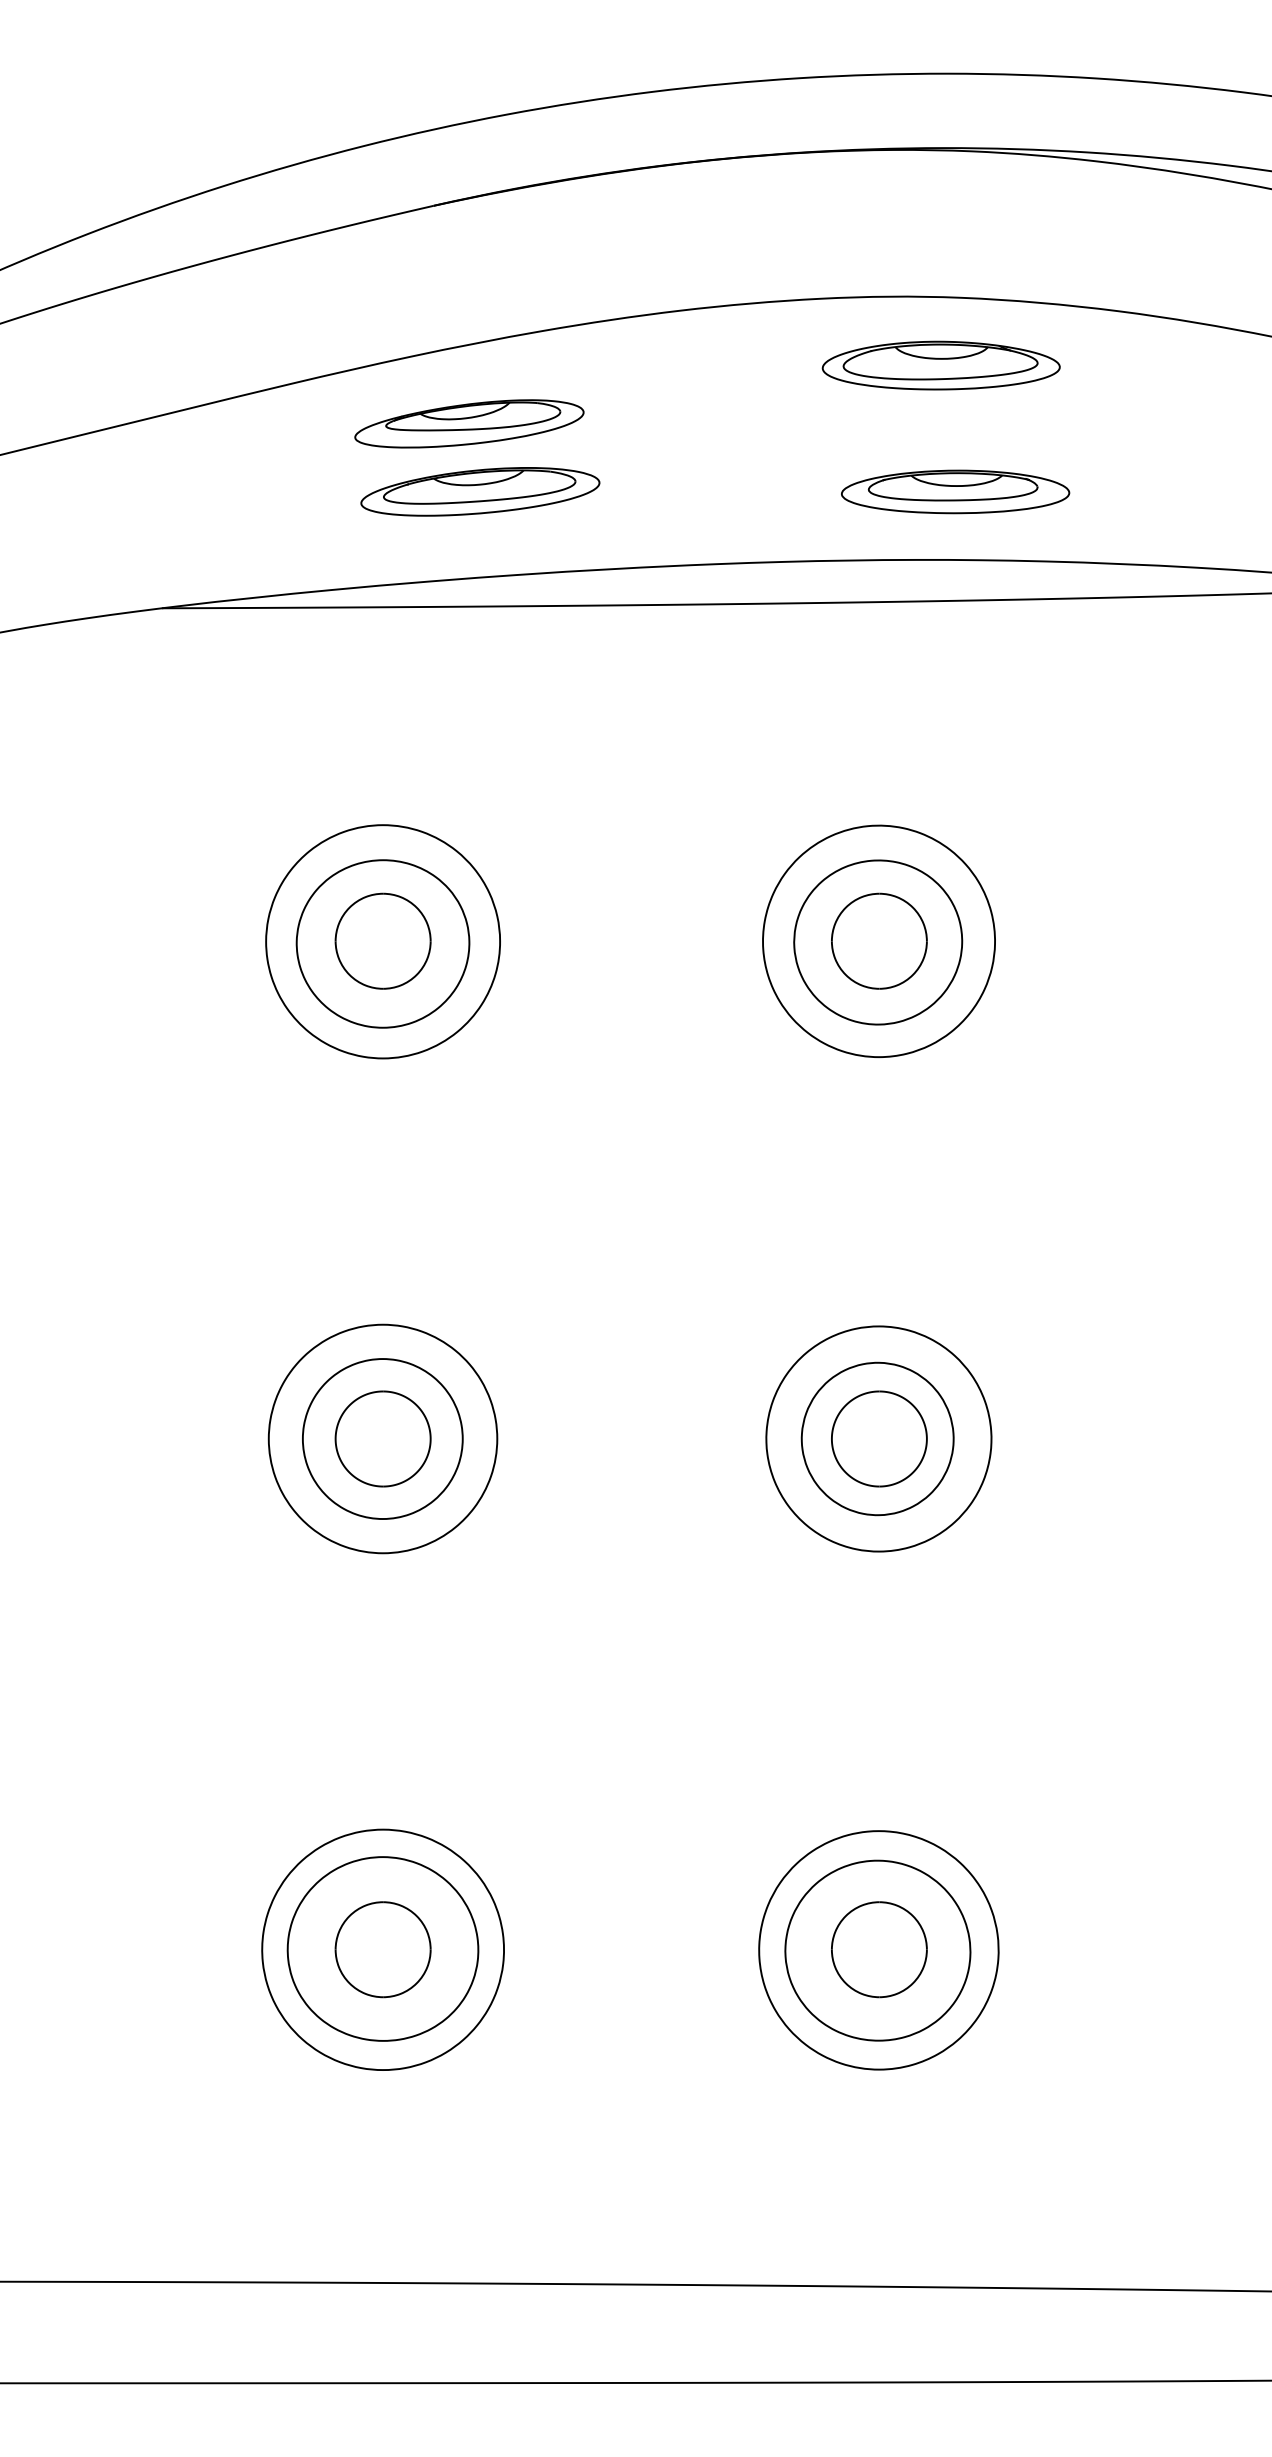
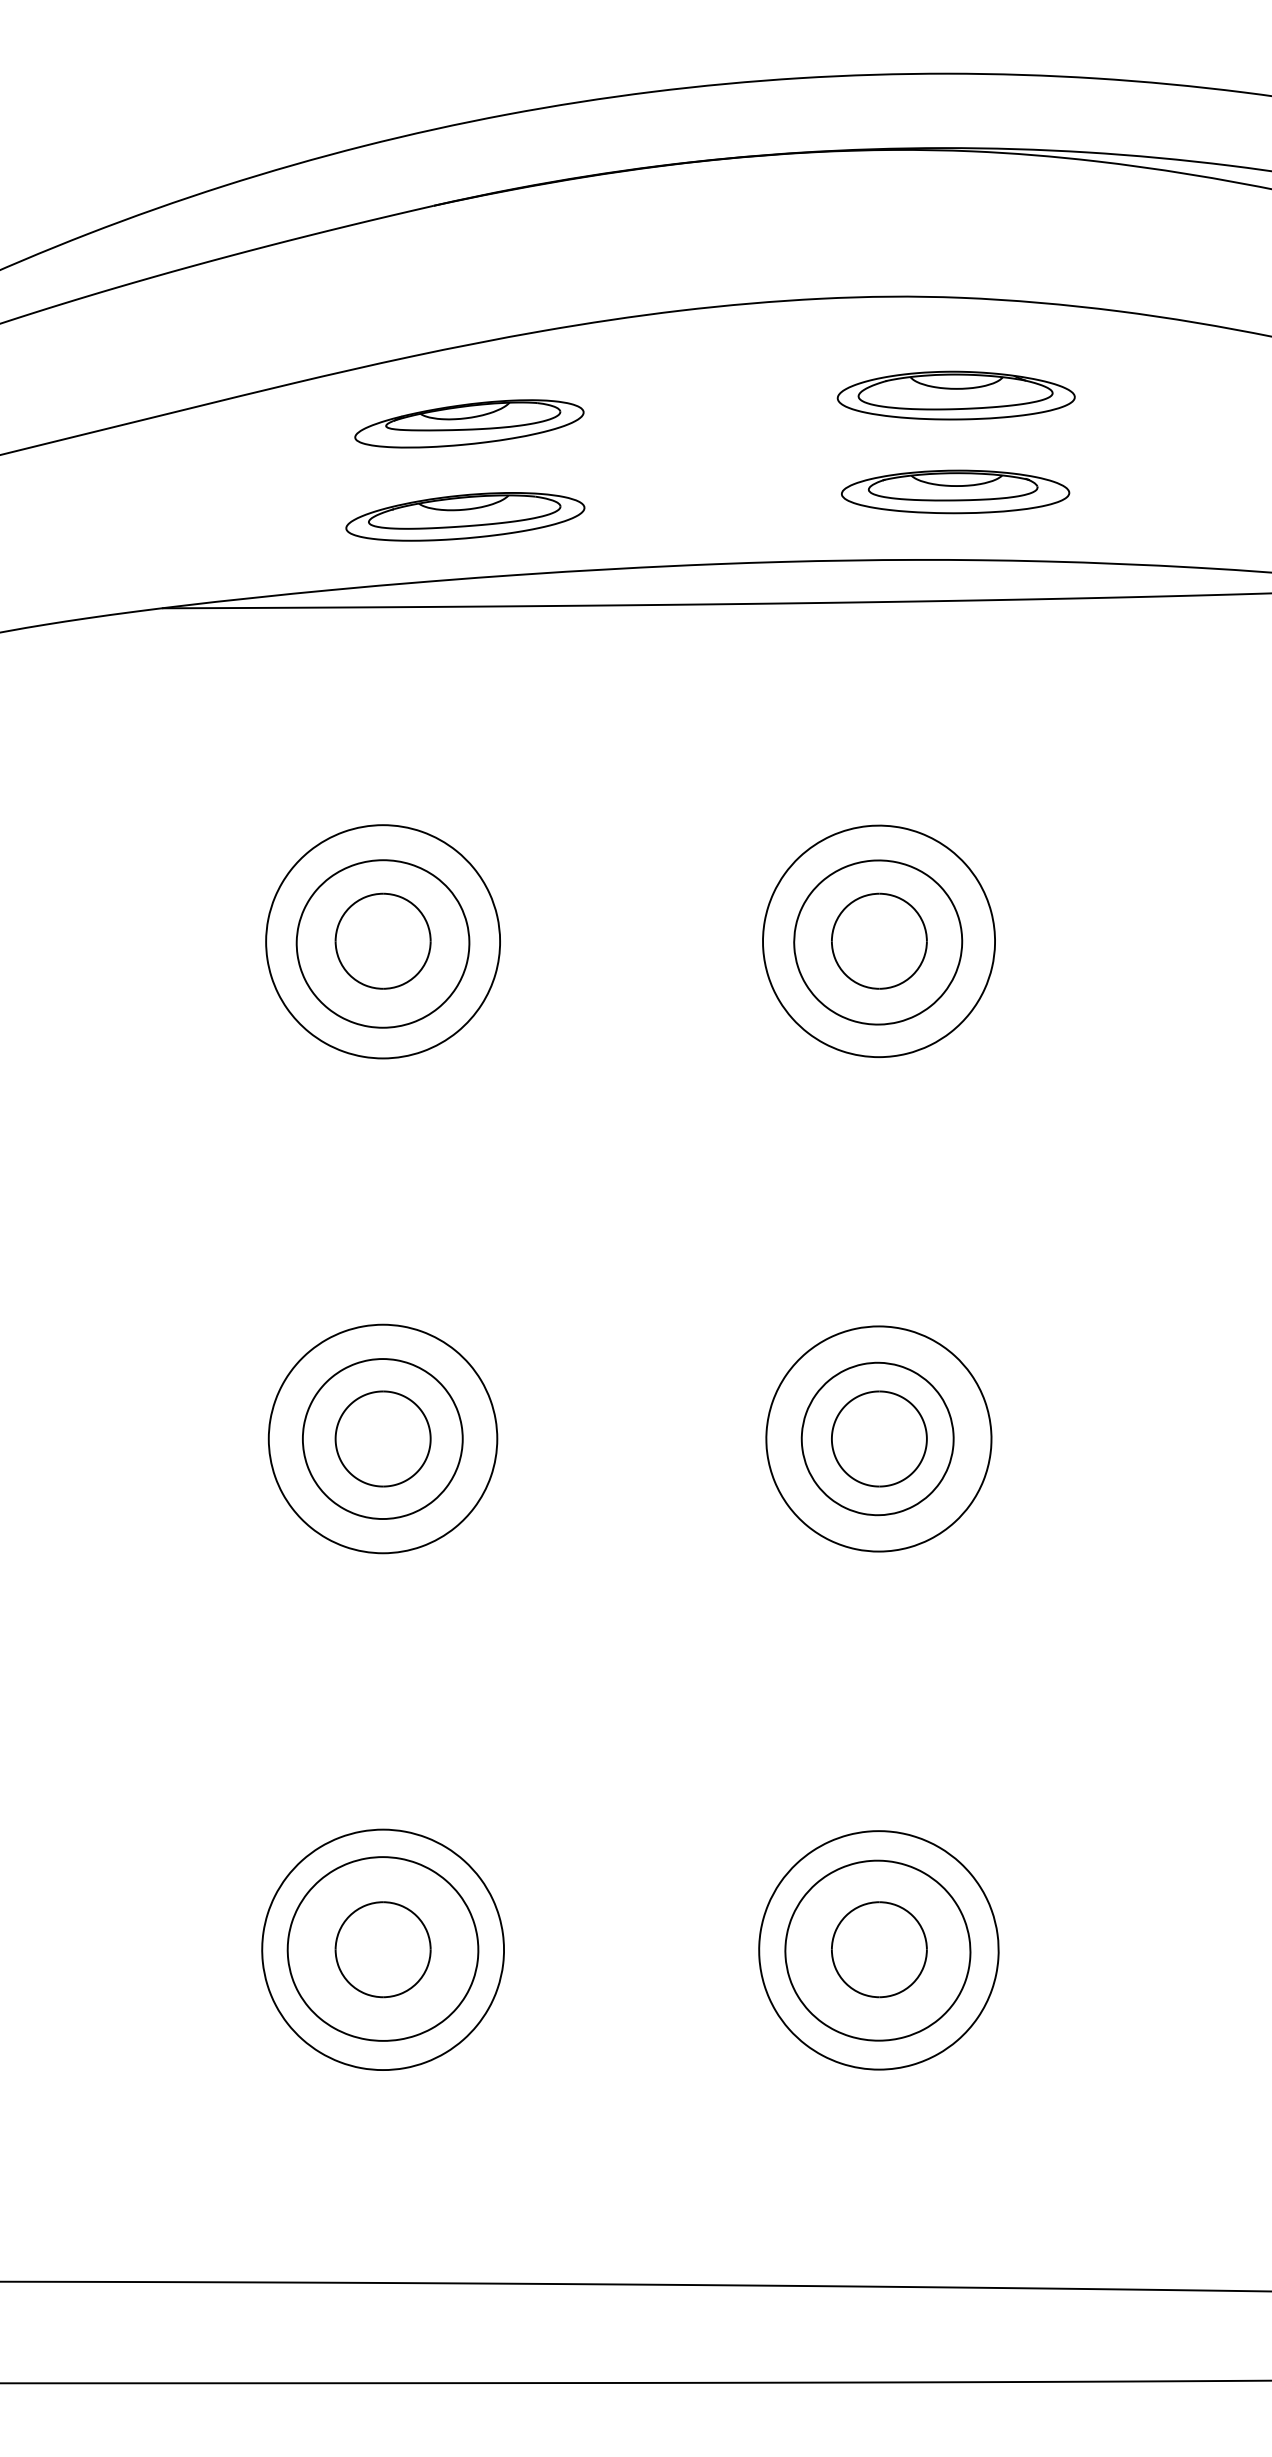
part at (940, 365) position: (940, 365) -> (955, 395)
part at (480, 491) position: (480, 491) -> (465, 516)
